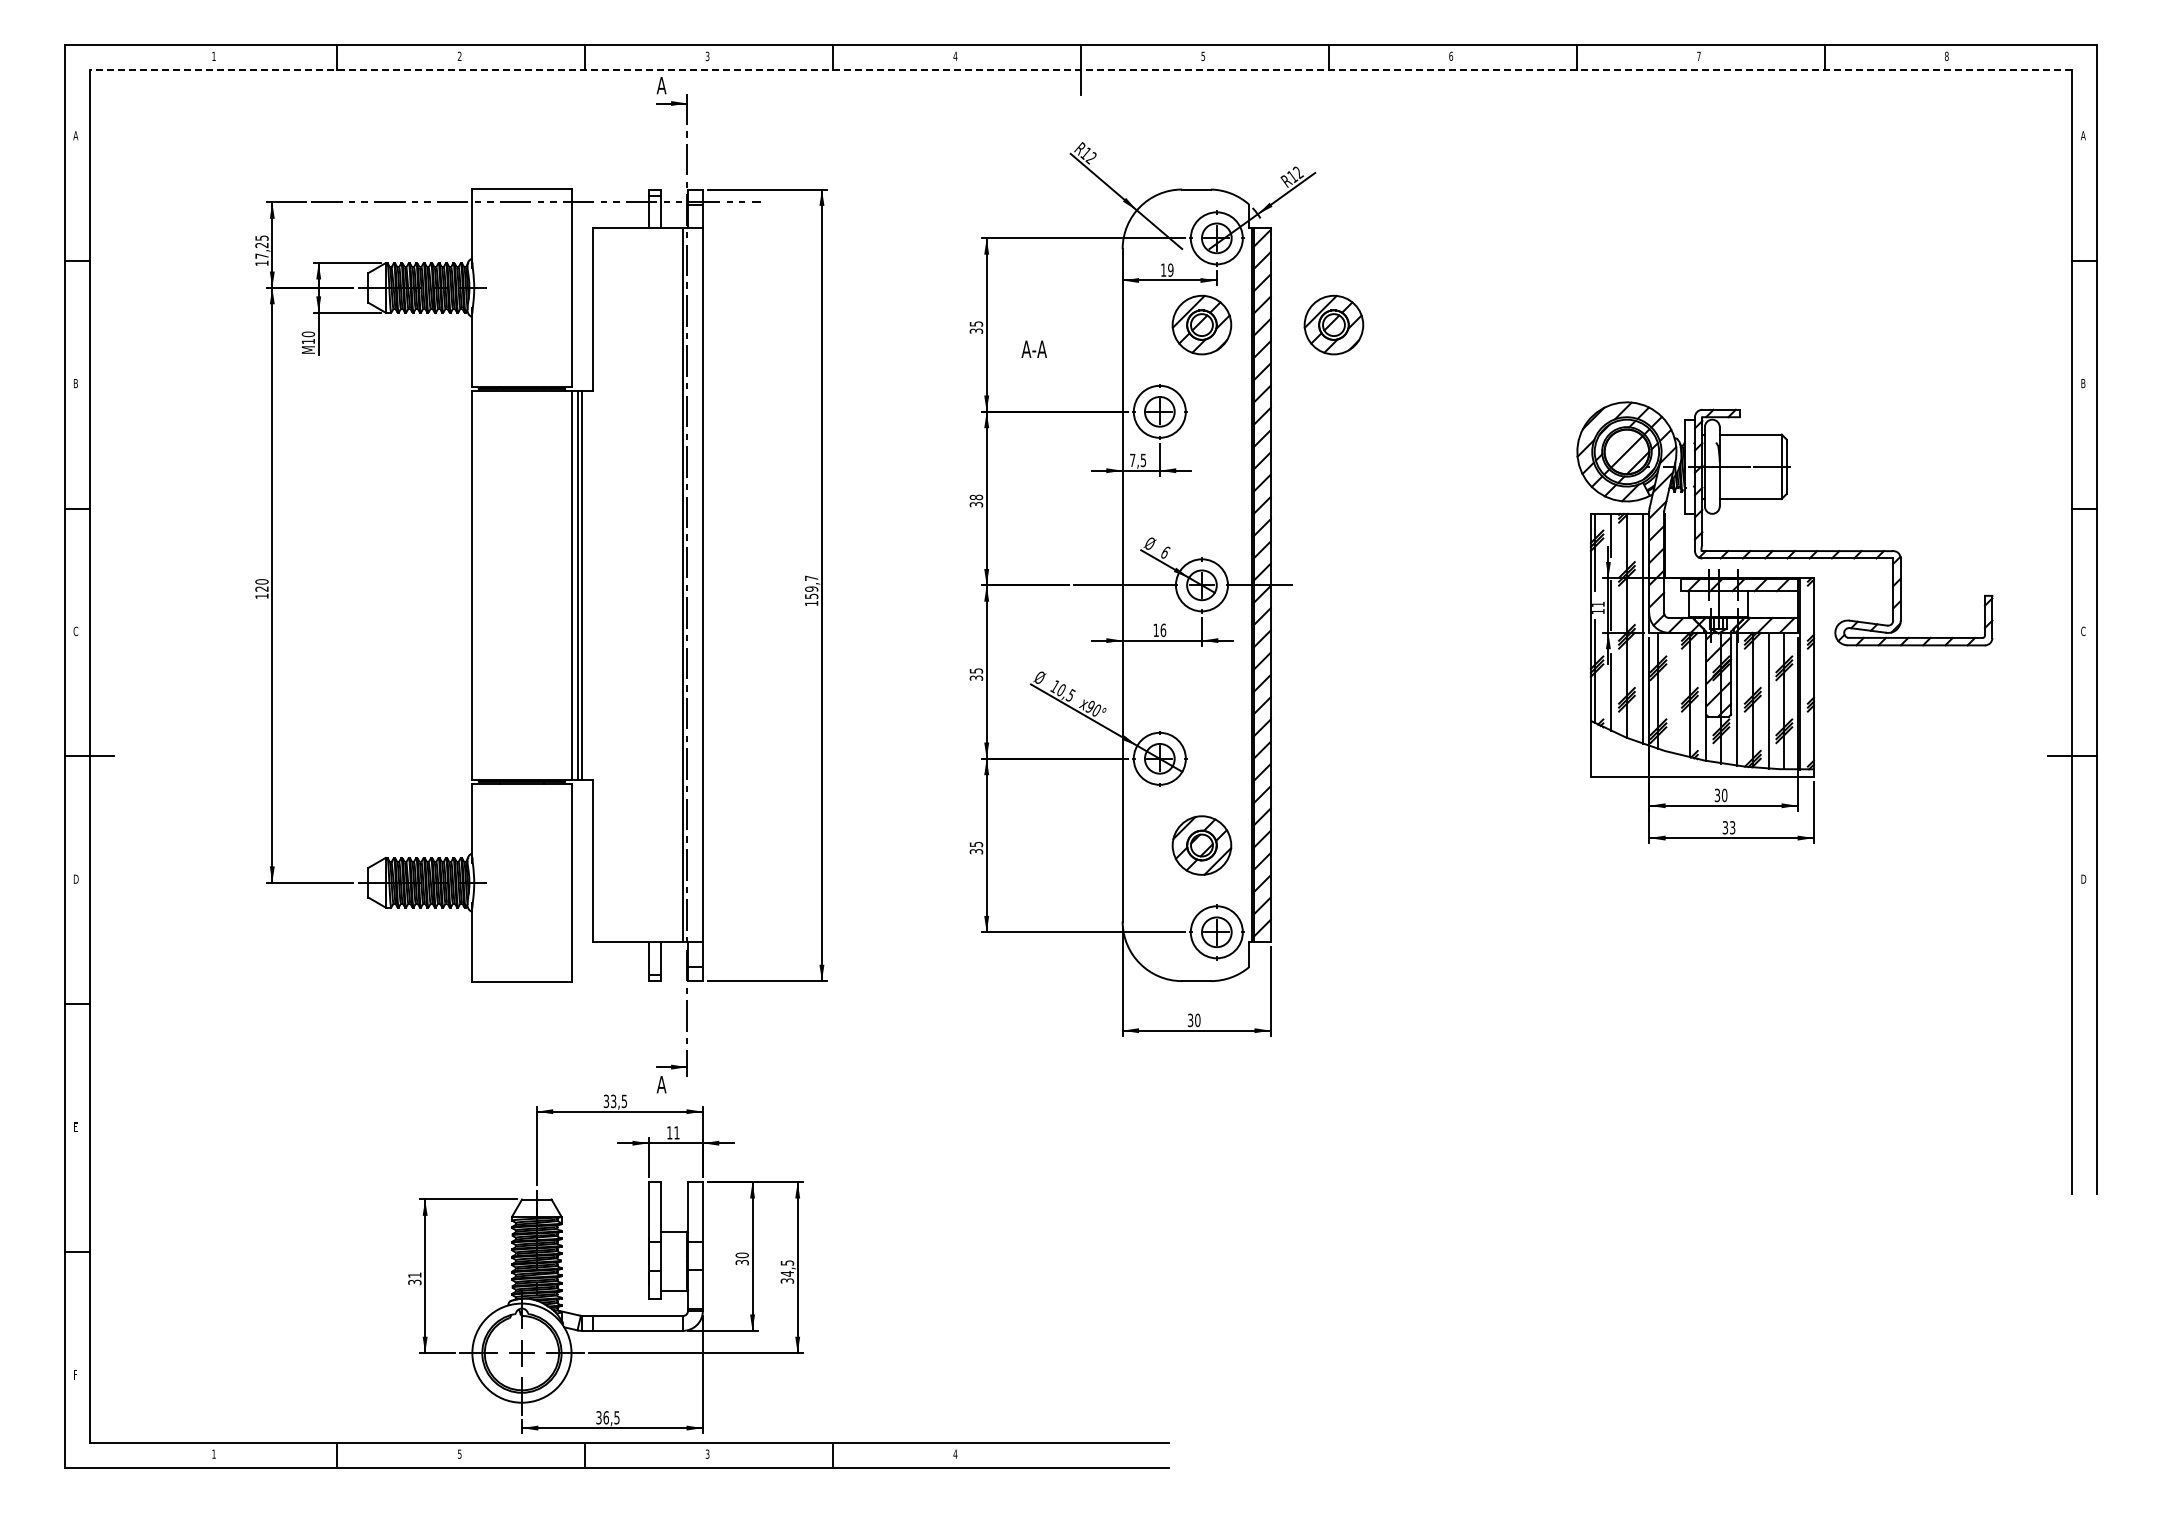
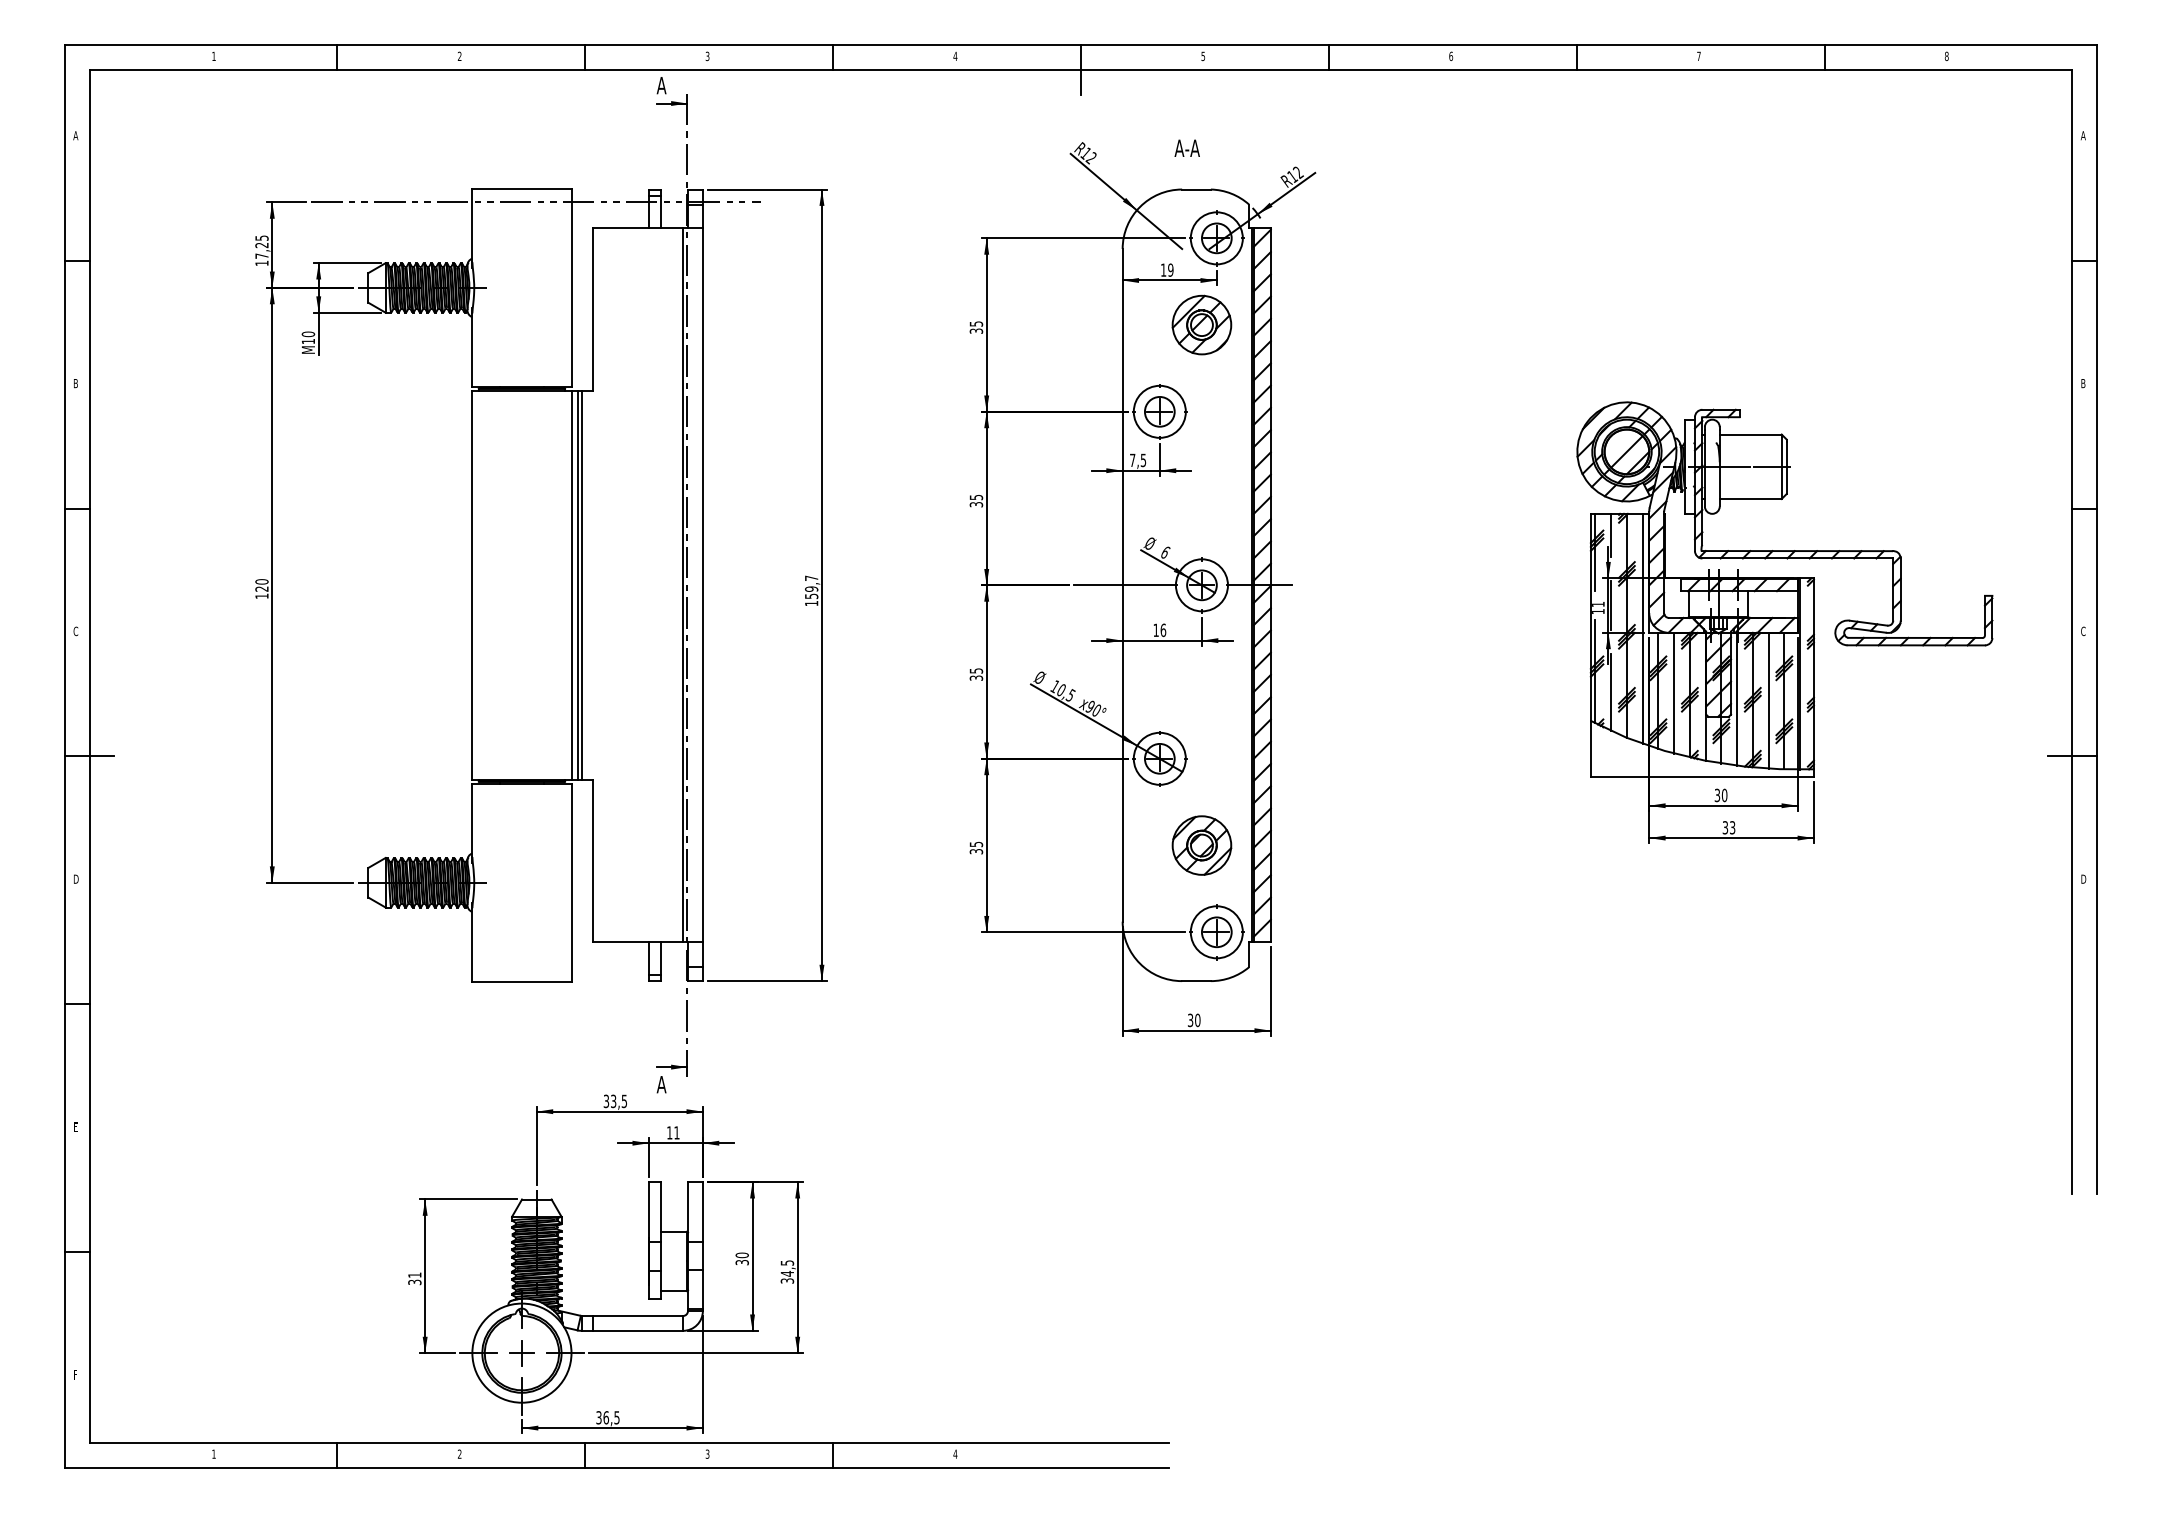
line at (1080, 69): dashed -> solid
part at (1333, 324): present -> none
text at (1033, 348) position: (1033, 348) -> (1186, 147)
text at (976, 497): 38 -> 35
line at (1674, 692): none -> present
text at (459, 1453): 5 -> 2
